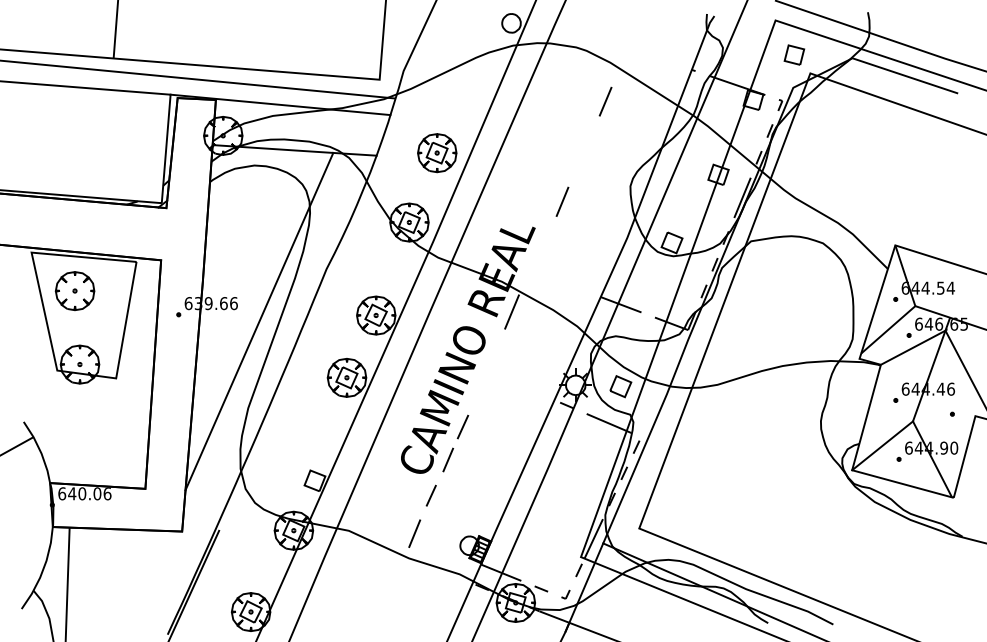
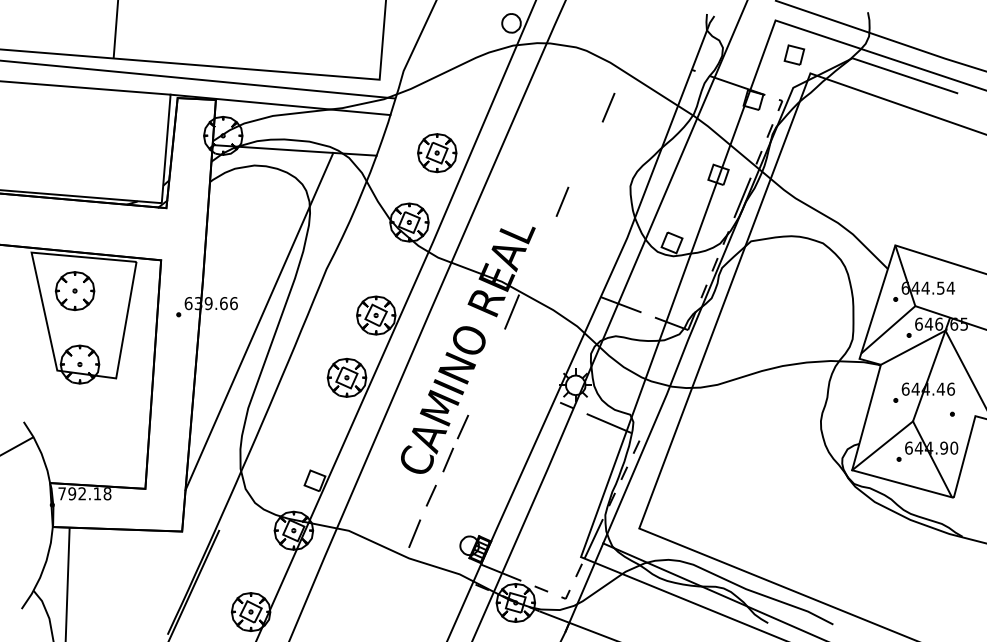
line at (605, 101) position: (605, 101) -> (608, 107)
part at (620, 386): present -> none
text at (84, 493): 640.06 -> 792.18
